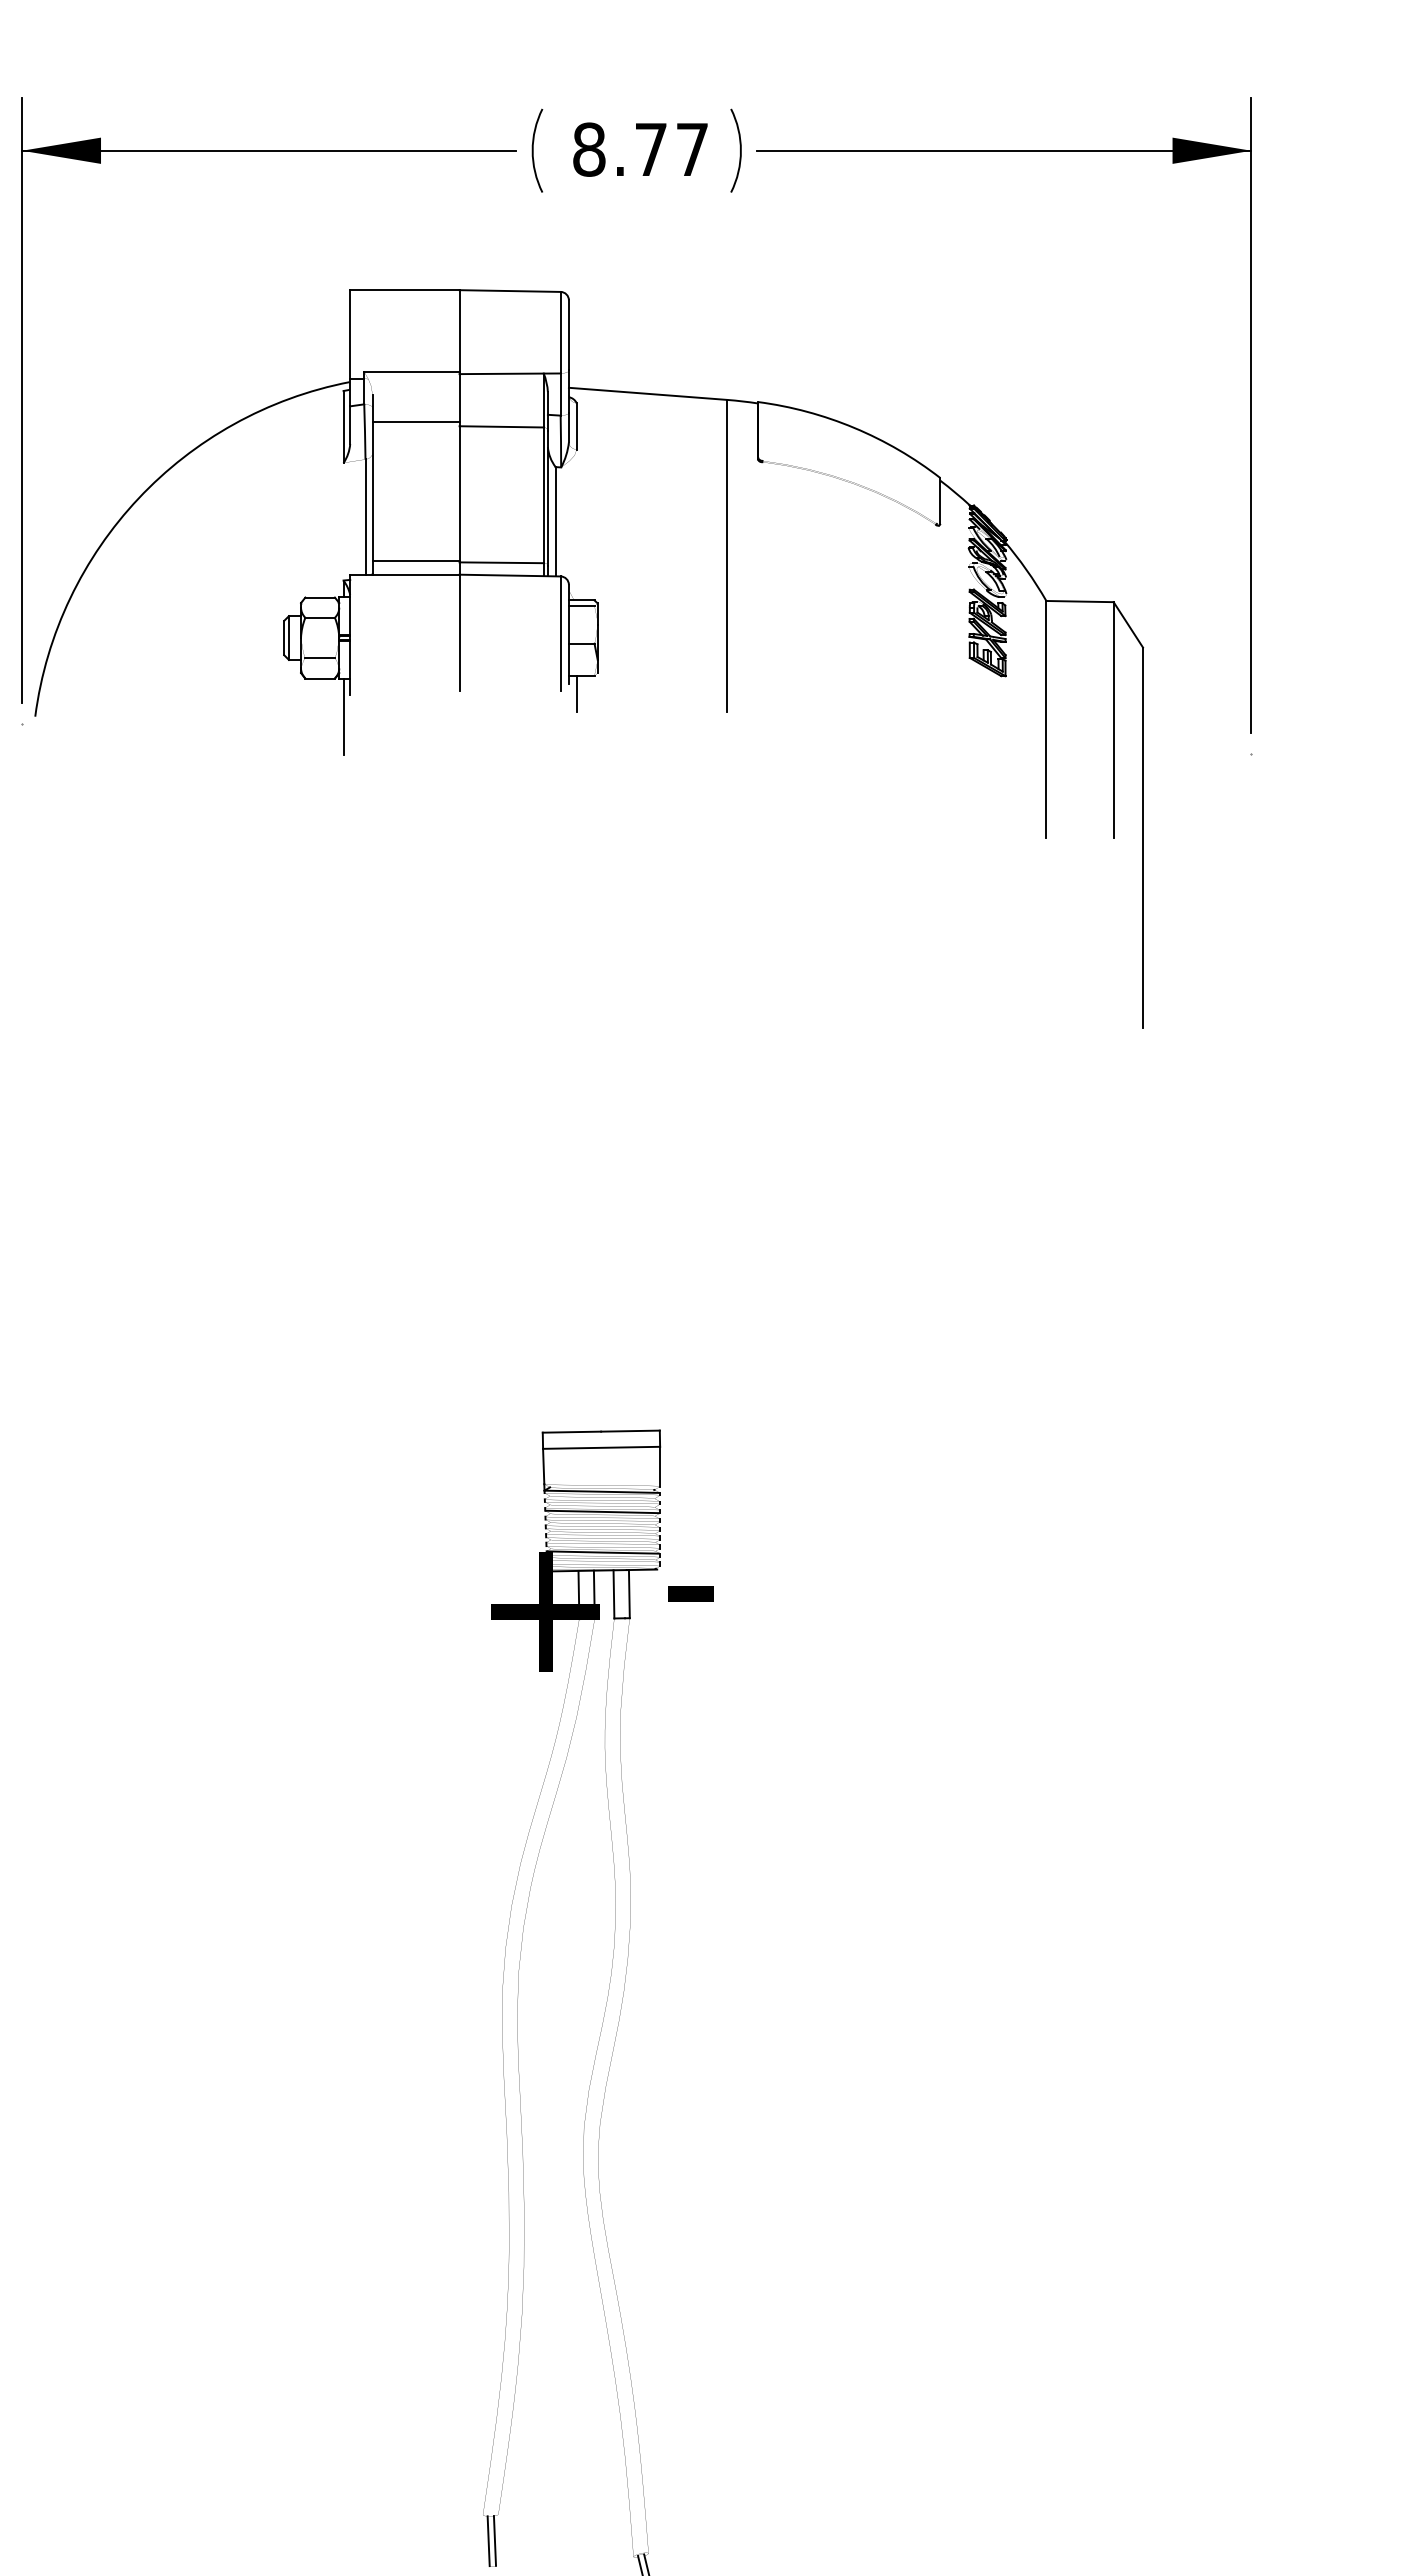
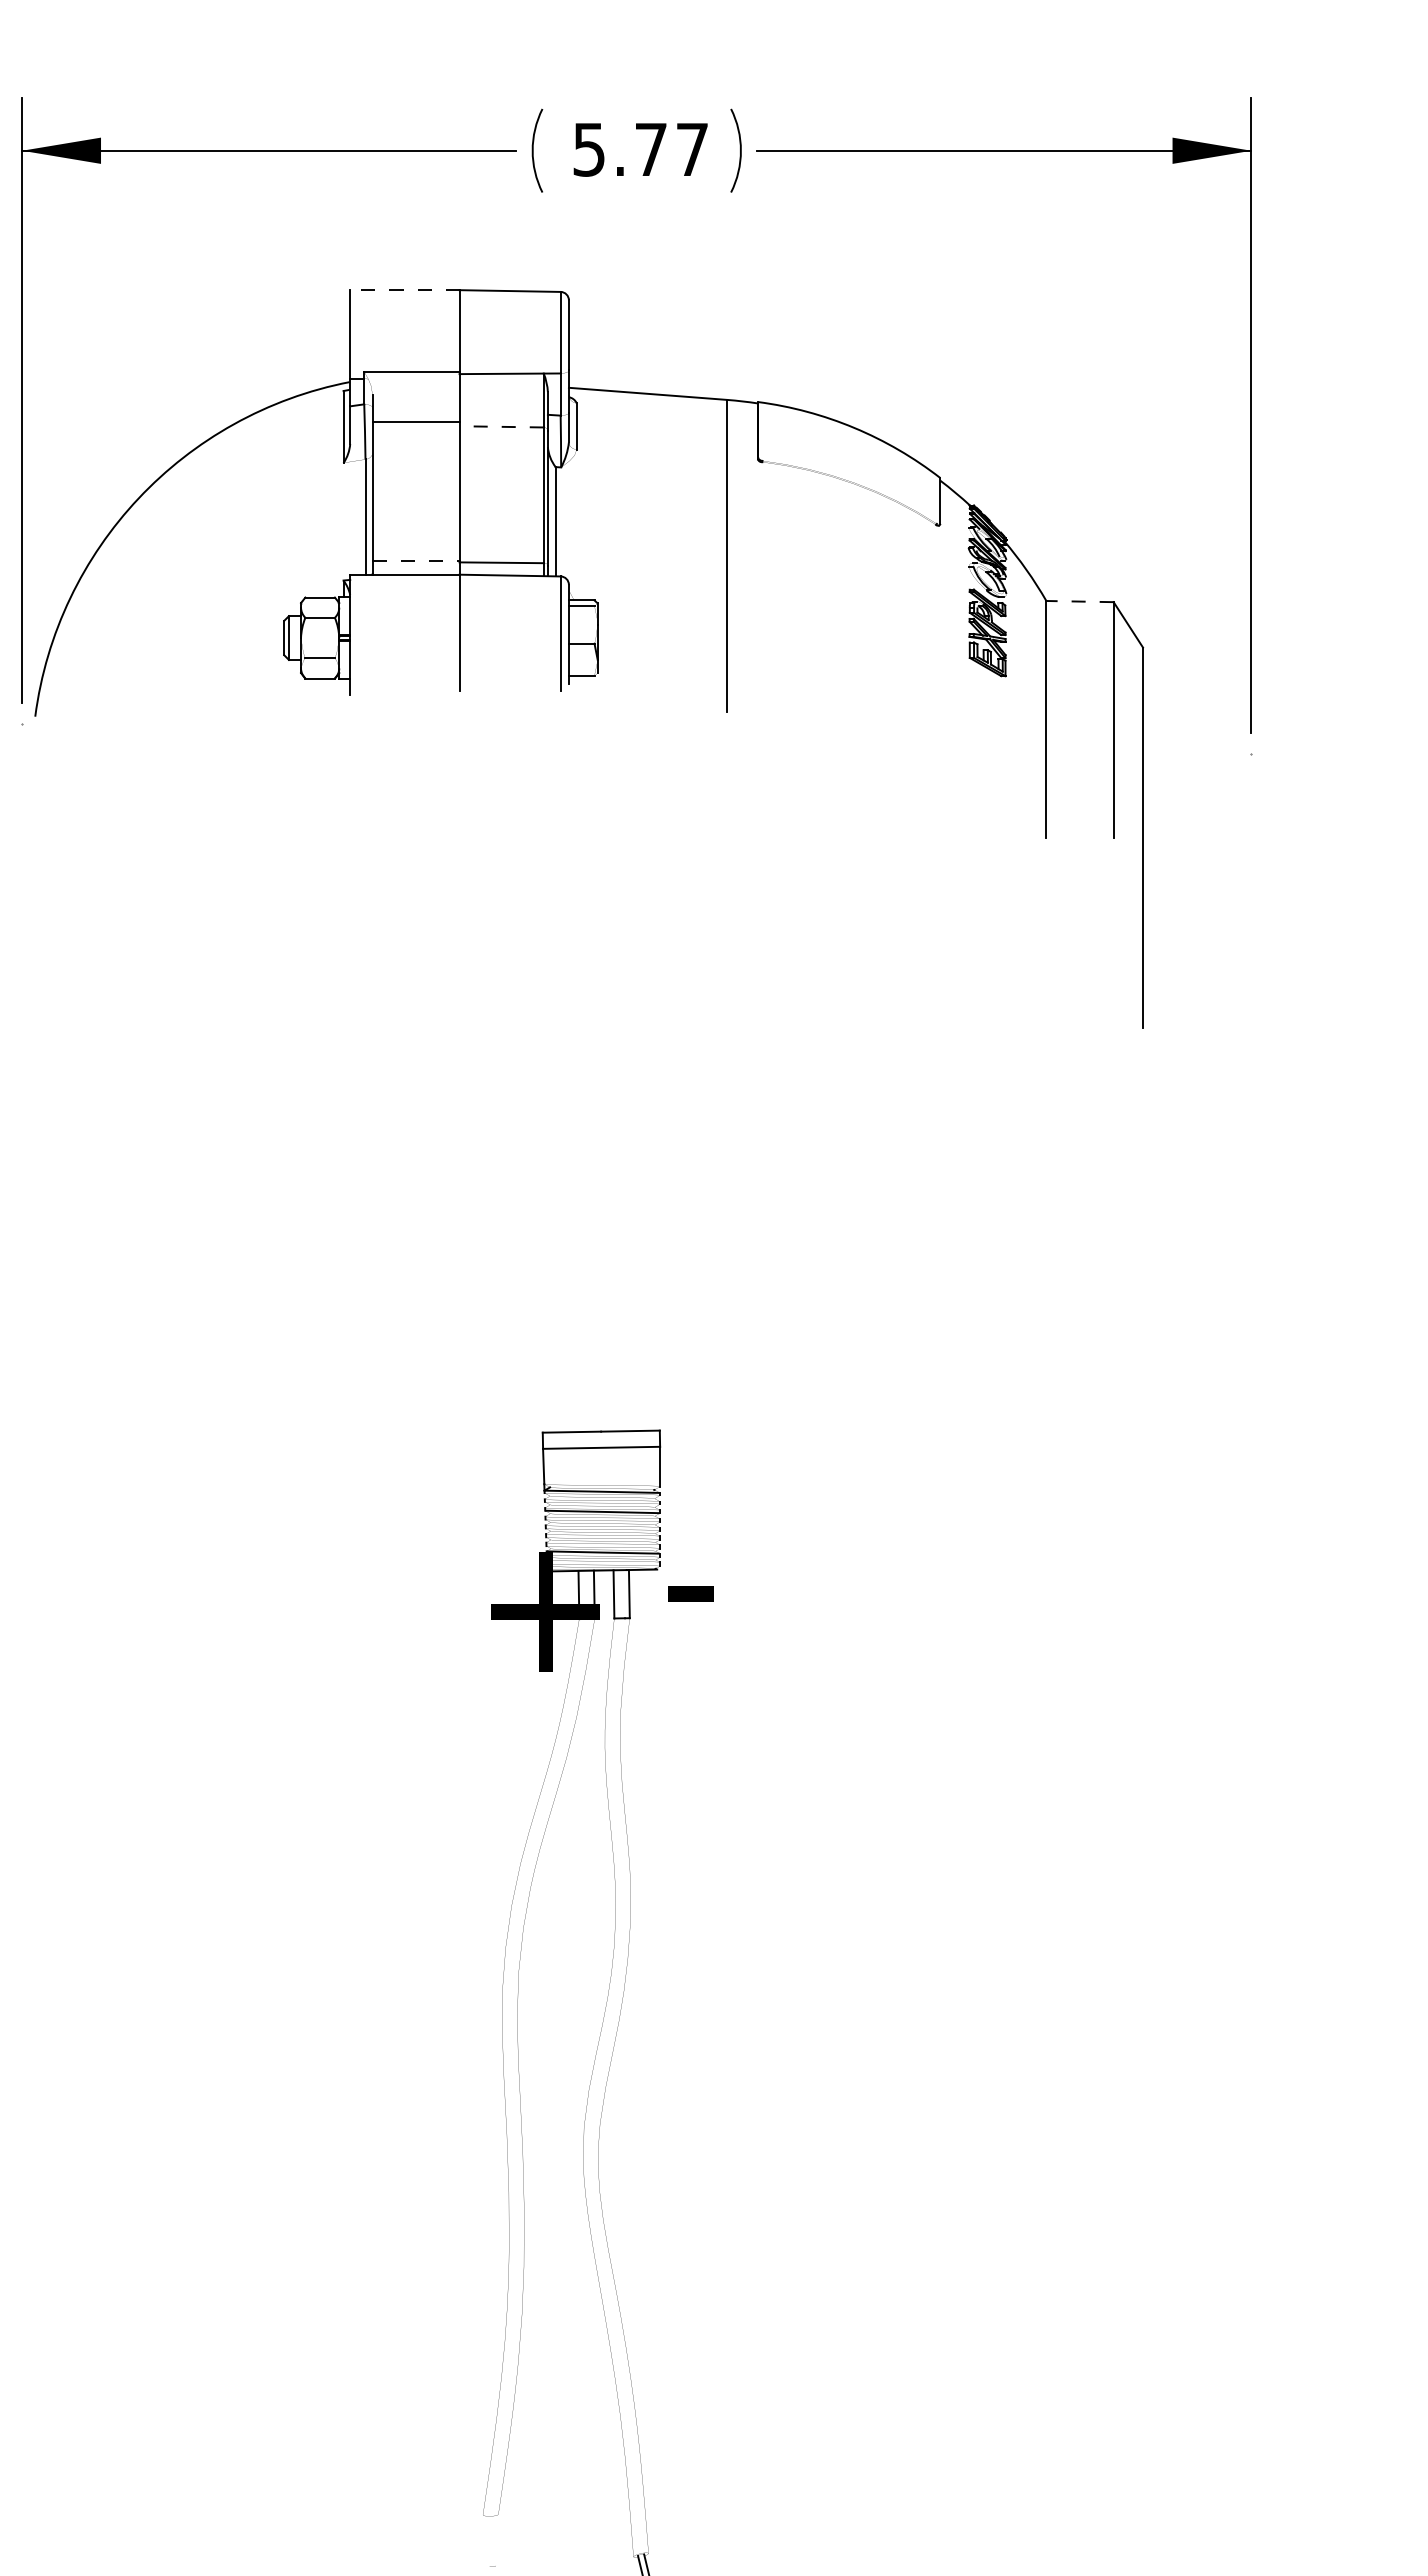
text at (589, 149): 8.77 -> 5.77
line at (404, 290): solid -> dashed
line at (501, 426): solid -> dashed
line at (416, 560): solid -> dashed
line at (1080, 601): solid -> dashed
line at (576, 693): present -> none
line at (343, 716): present -> none
line at (494, 2540): present -> none
line at (488, 2541): present -> none
